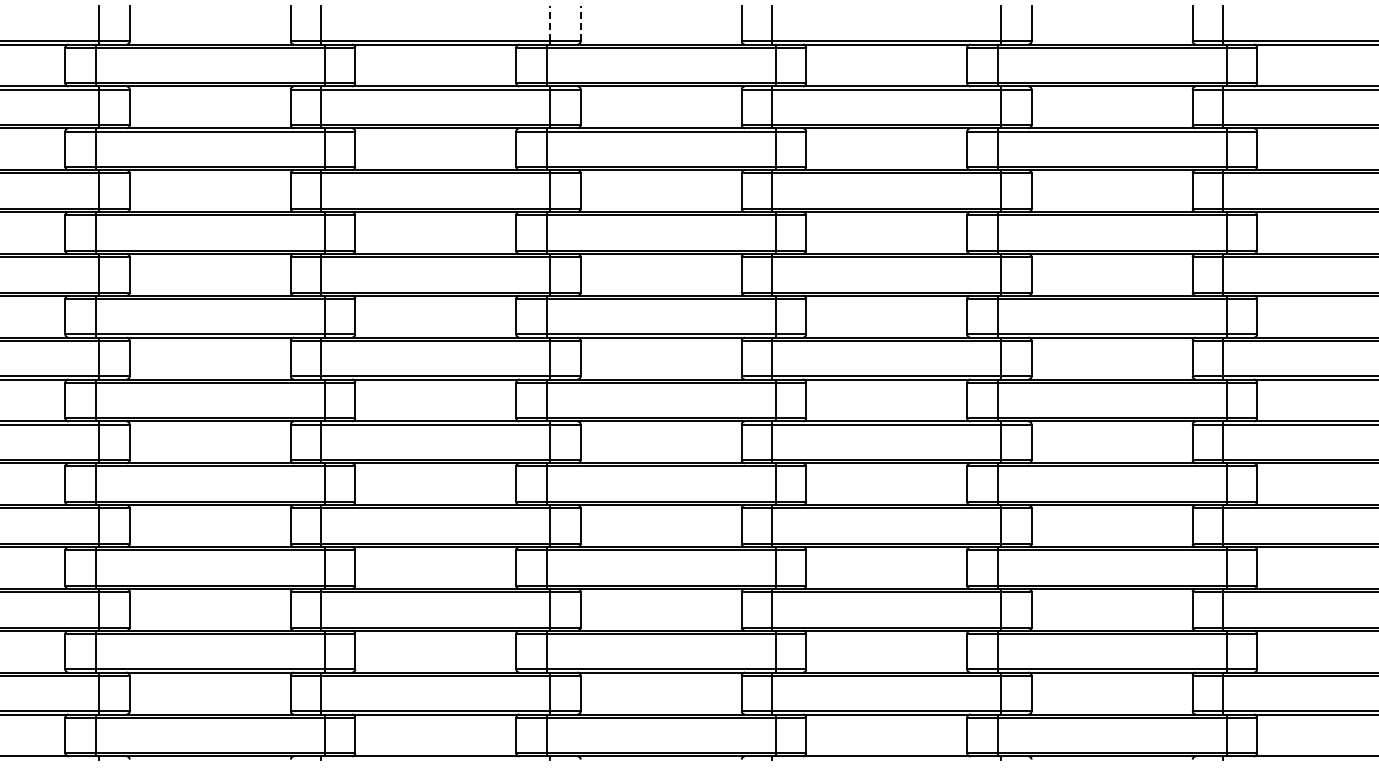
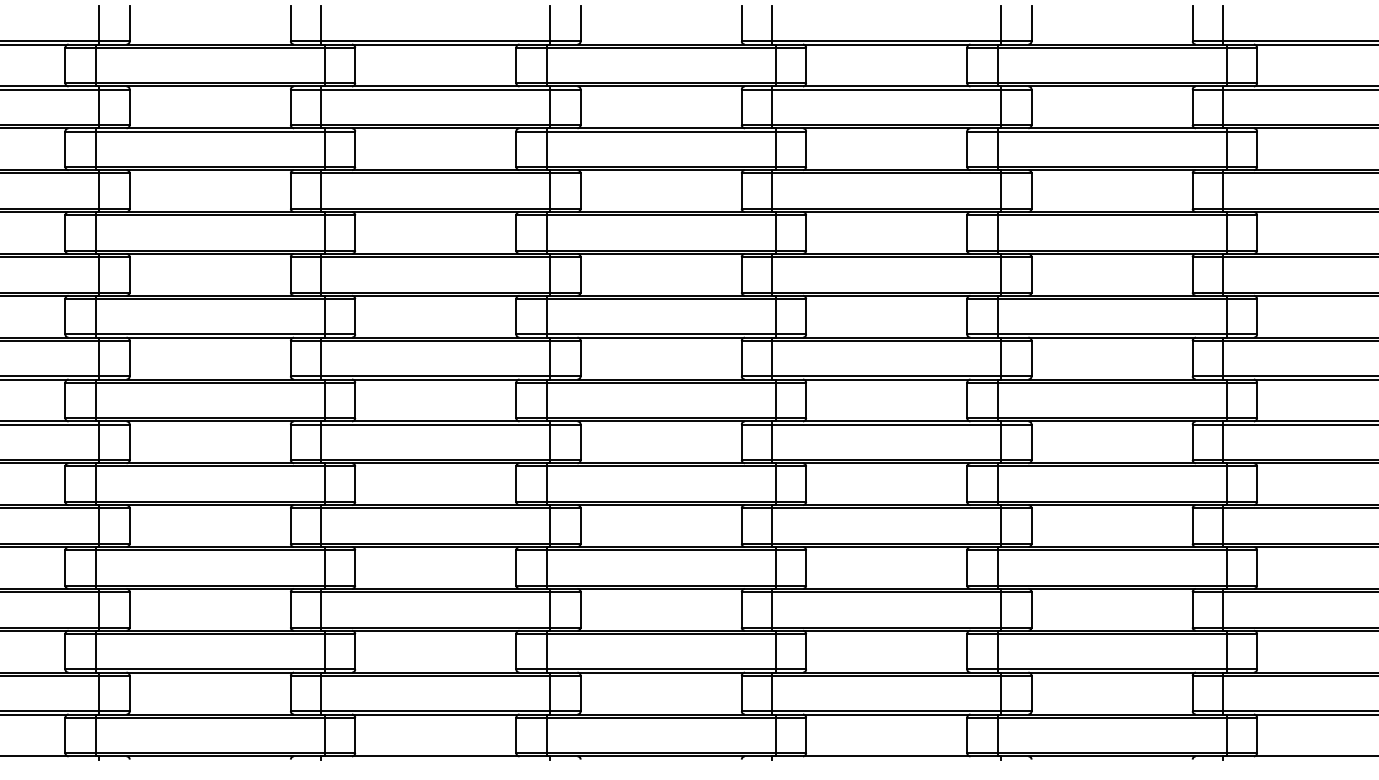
line at (550, 23): dashed -> solid
line at (580, 23): dashed -> solid
